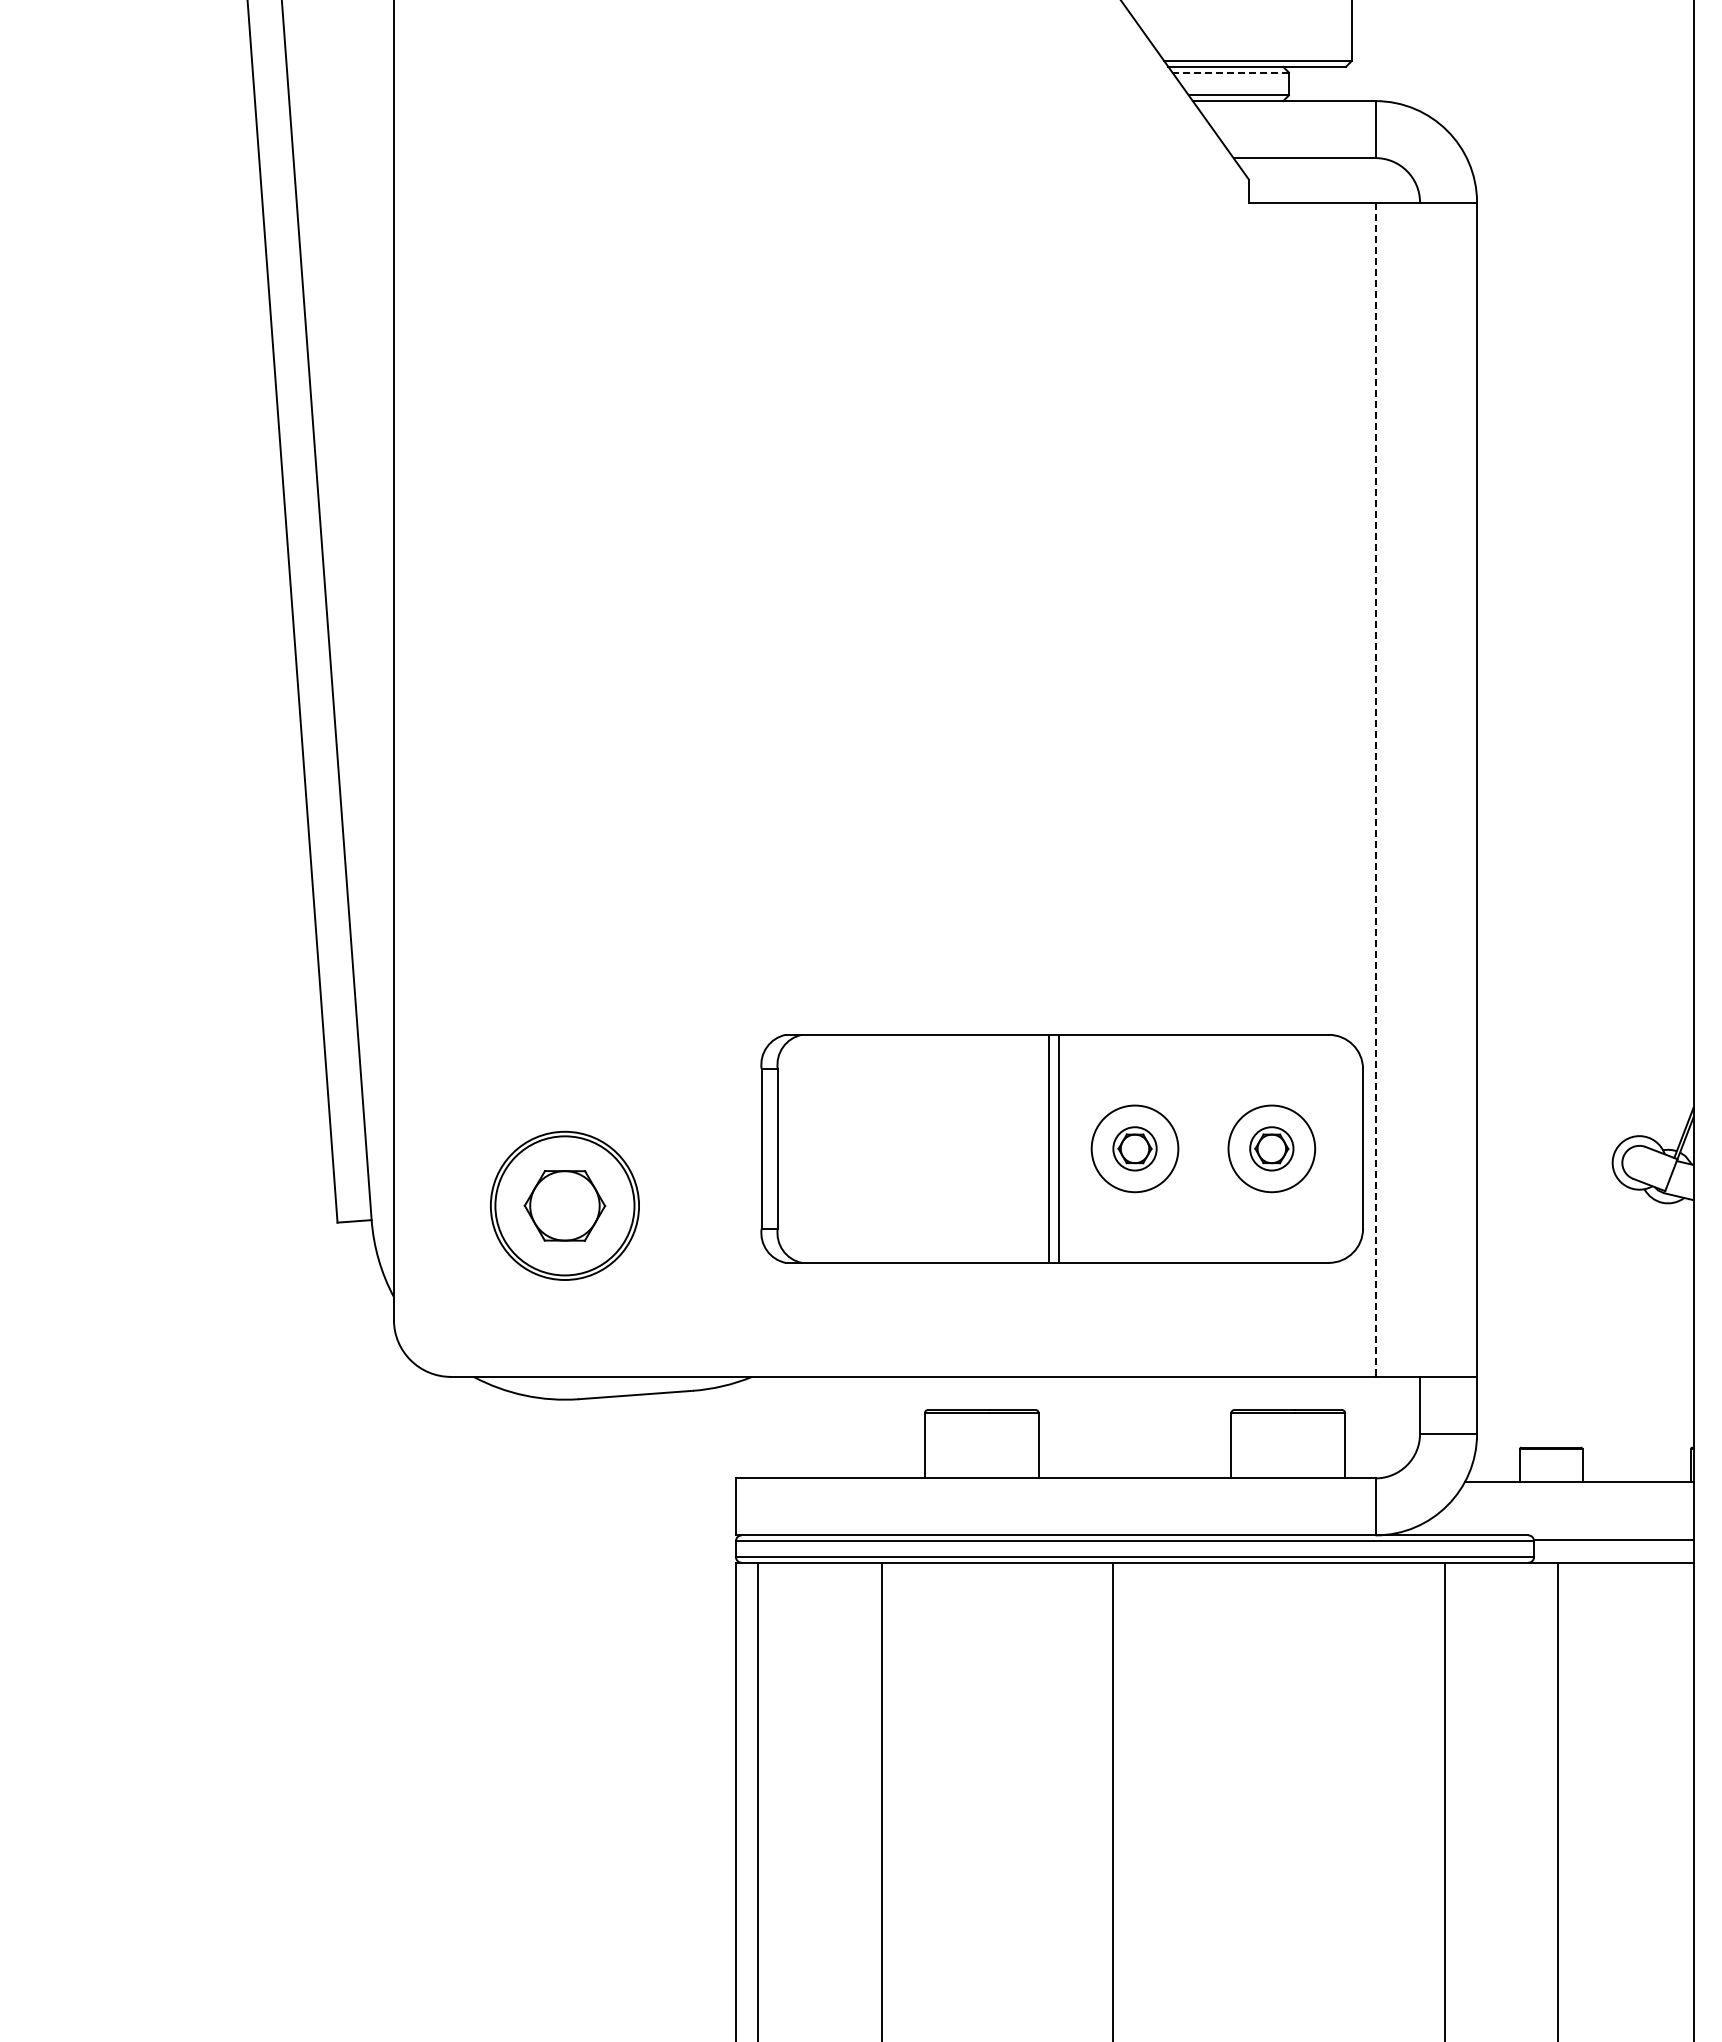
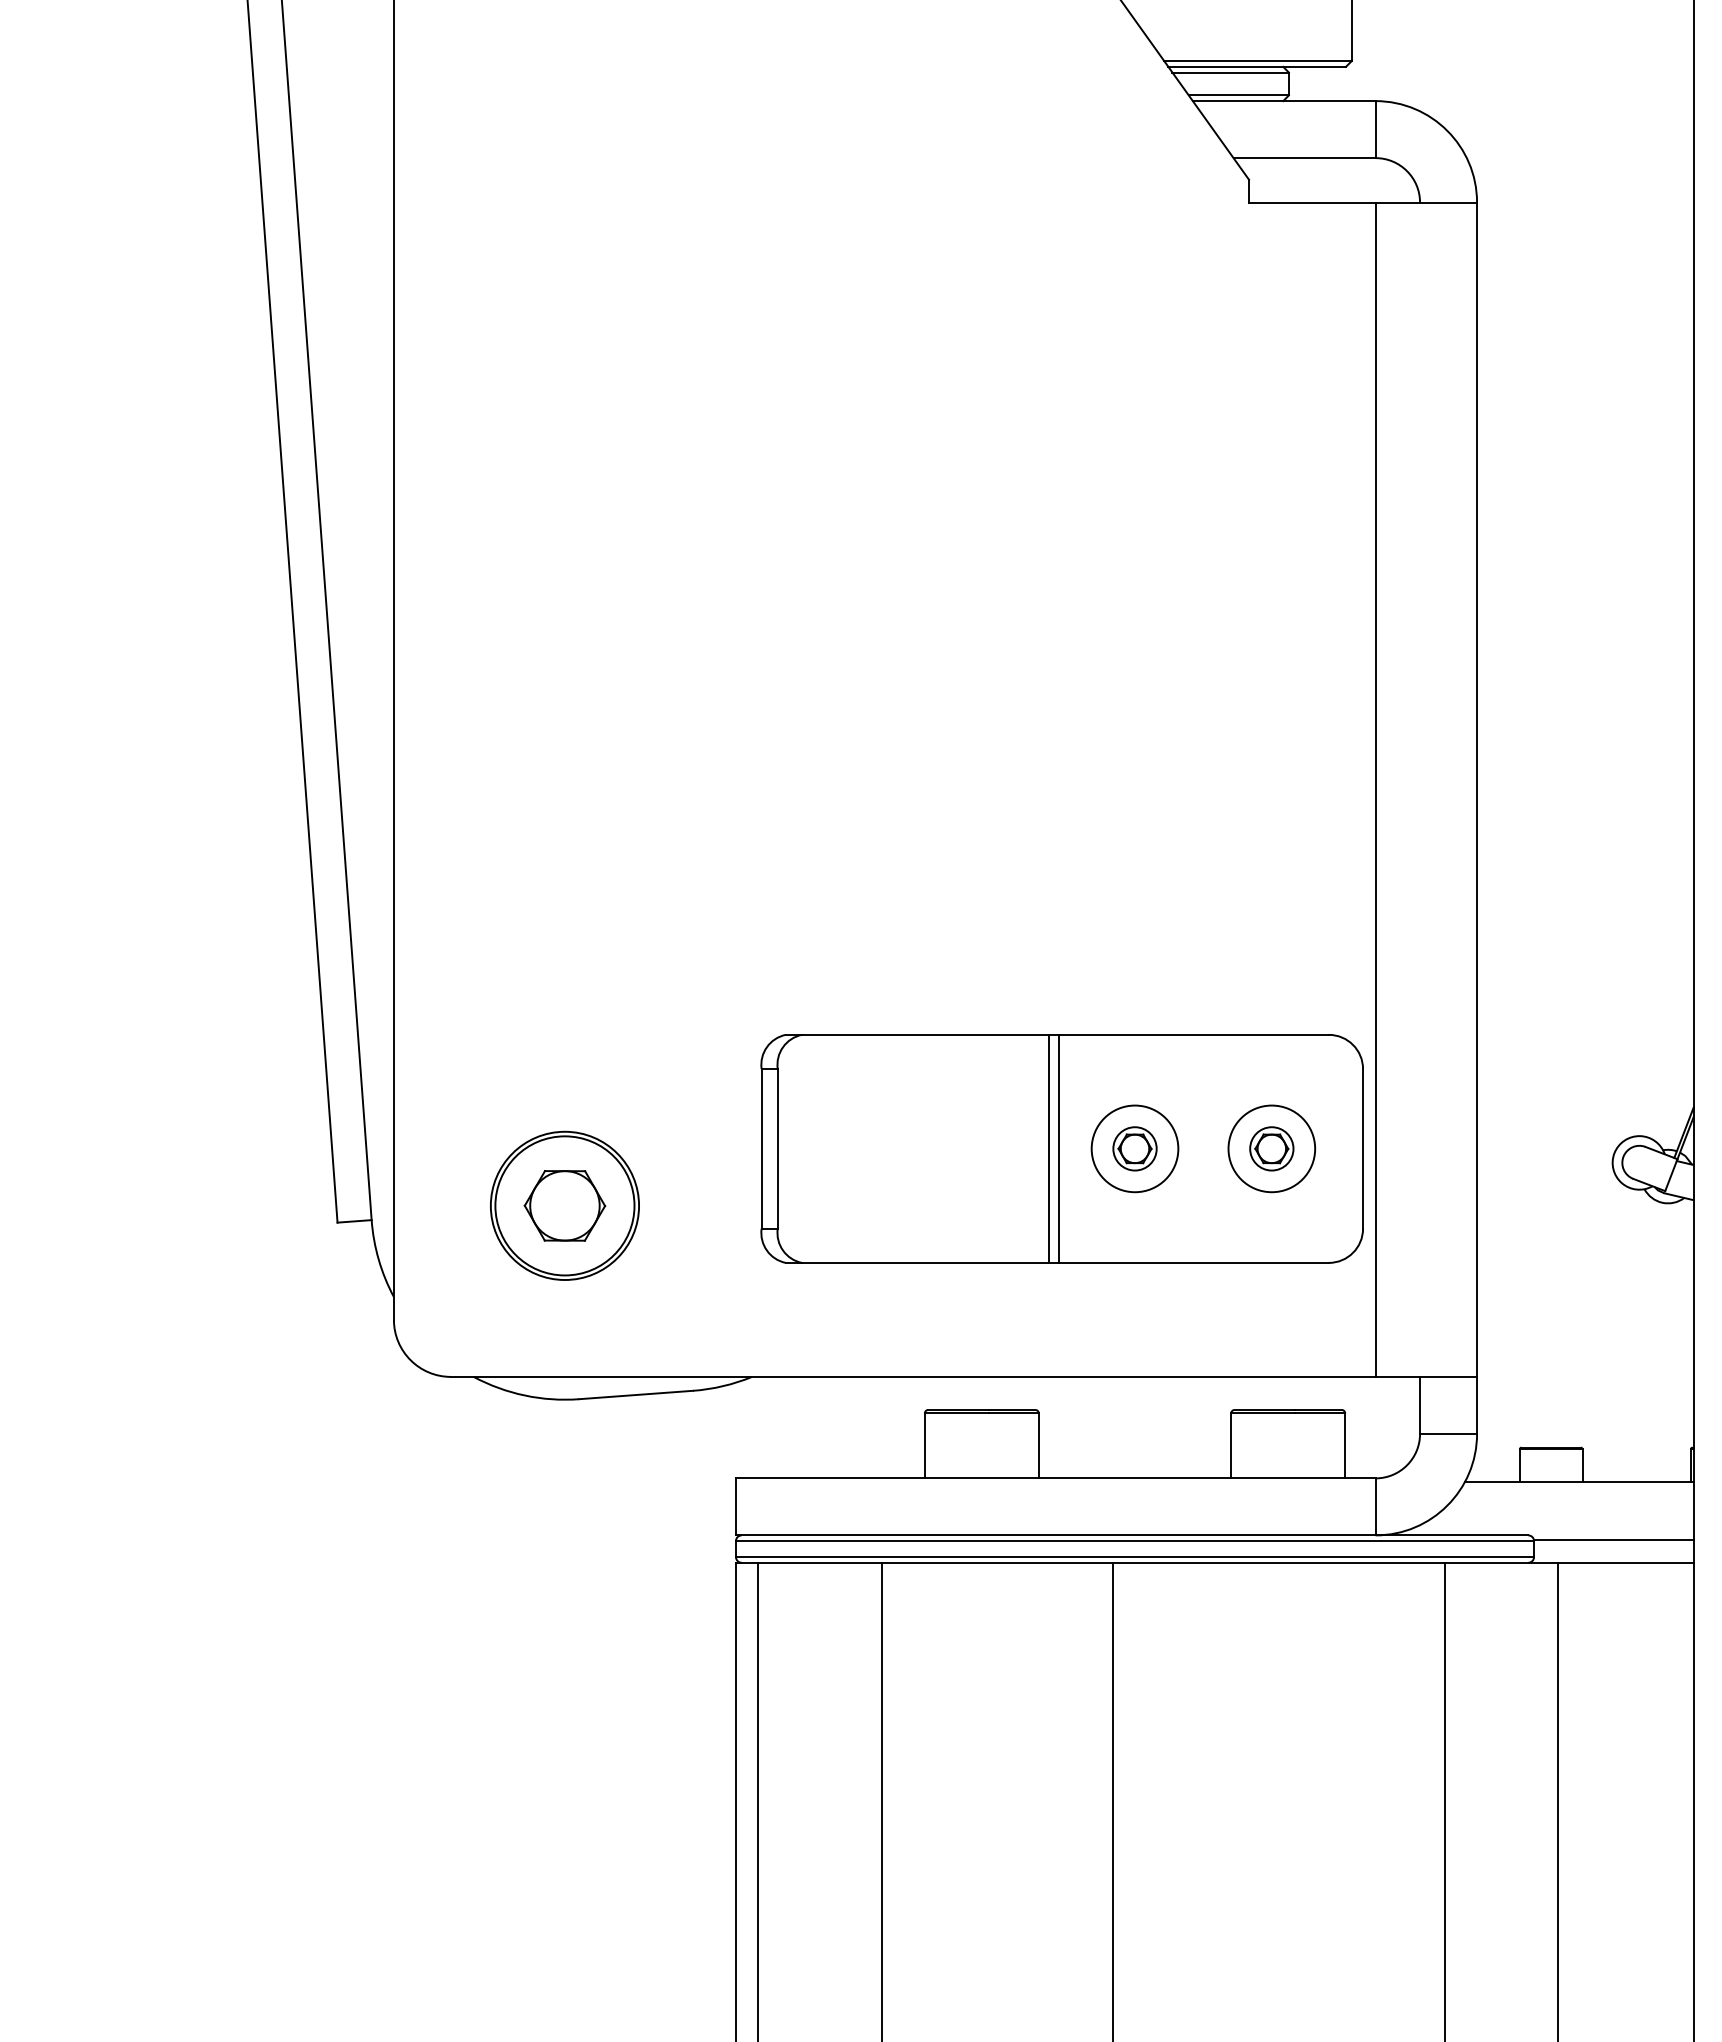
line at (1230, 72): dashed -> solid
line at (1375, 790): dashed -> solid
